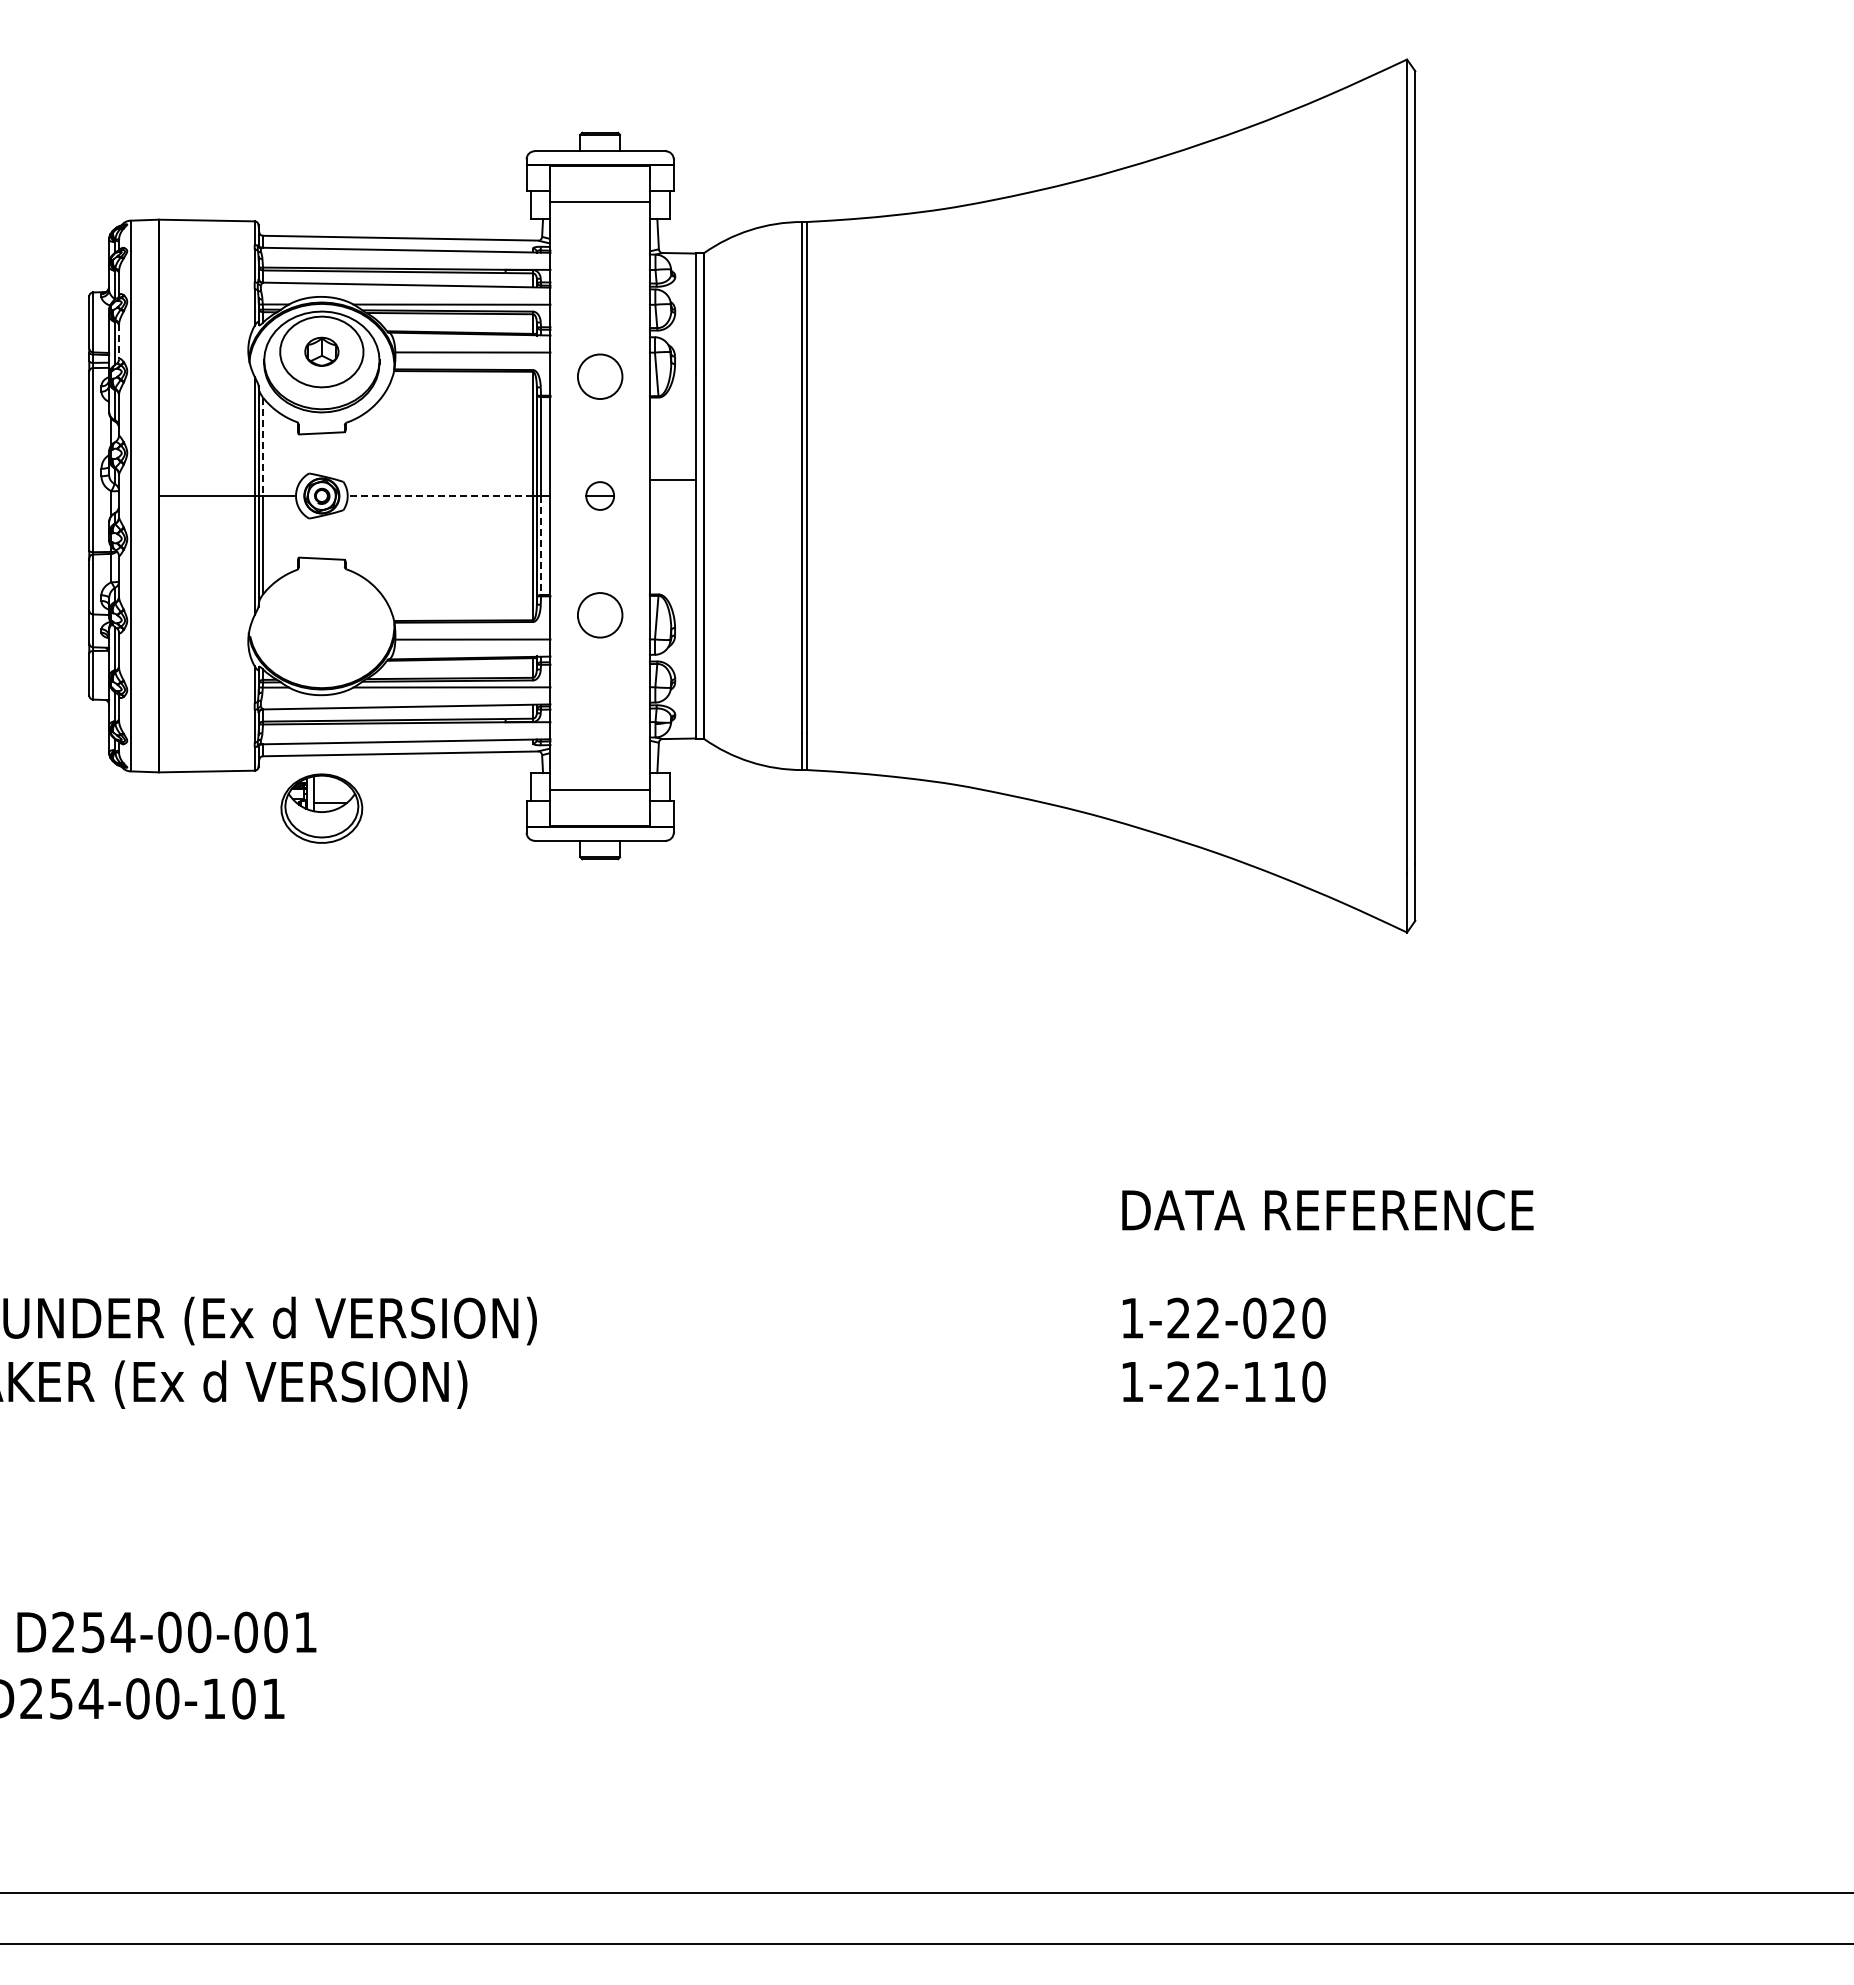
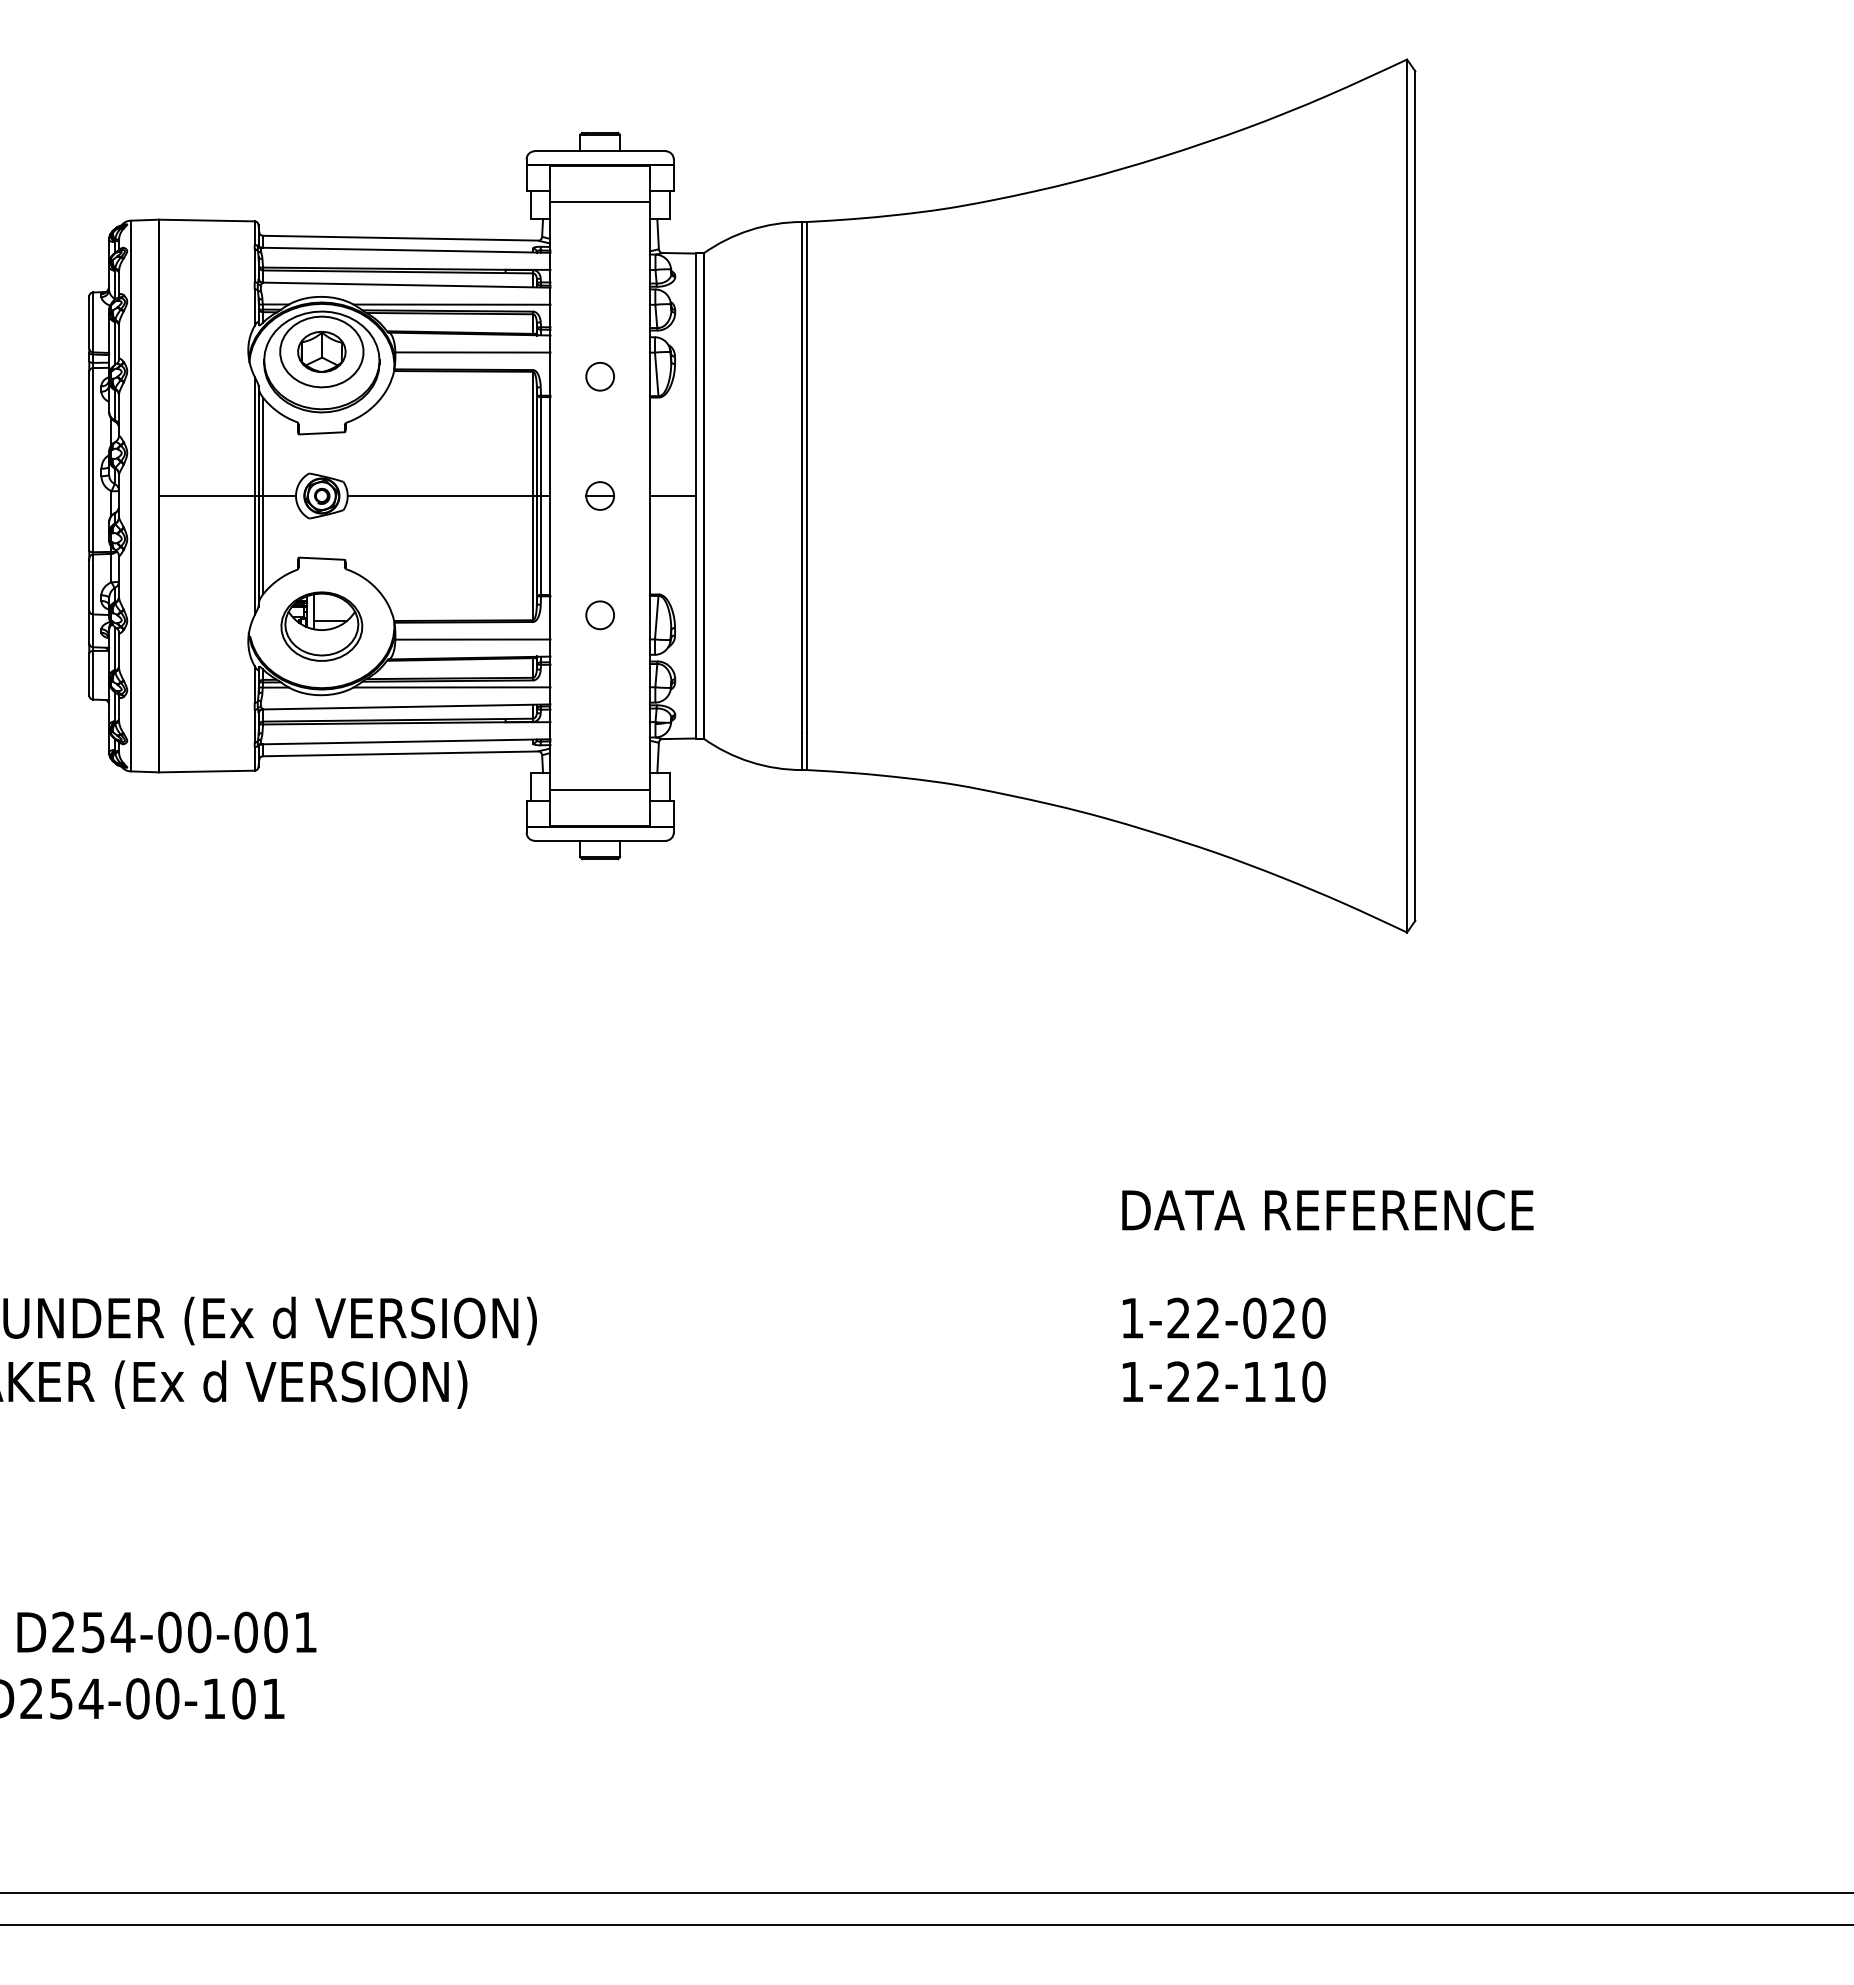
line at (119, 342): dashed -> solid
part at (321, 351) size: 36x31 px -> 50x43 px
circle at (599, 376) diameter: 45 px -> 28 px
line at (263, 447): dashed -> solid
line at (672, 480) position: (672, 480) -> (672, 496)
line at (440, 496): dashed -> solid
line at (541, 546): dashed -> solid
circle at (599, 615) diameter: 45 px -> 28 px
part at (321, 808) position: (321, 808) -> (321, 626)
line at (926, 1944) position: (926, 1944) -> (926, 1925)
